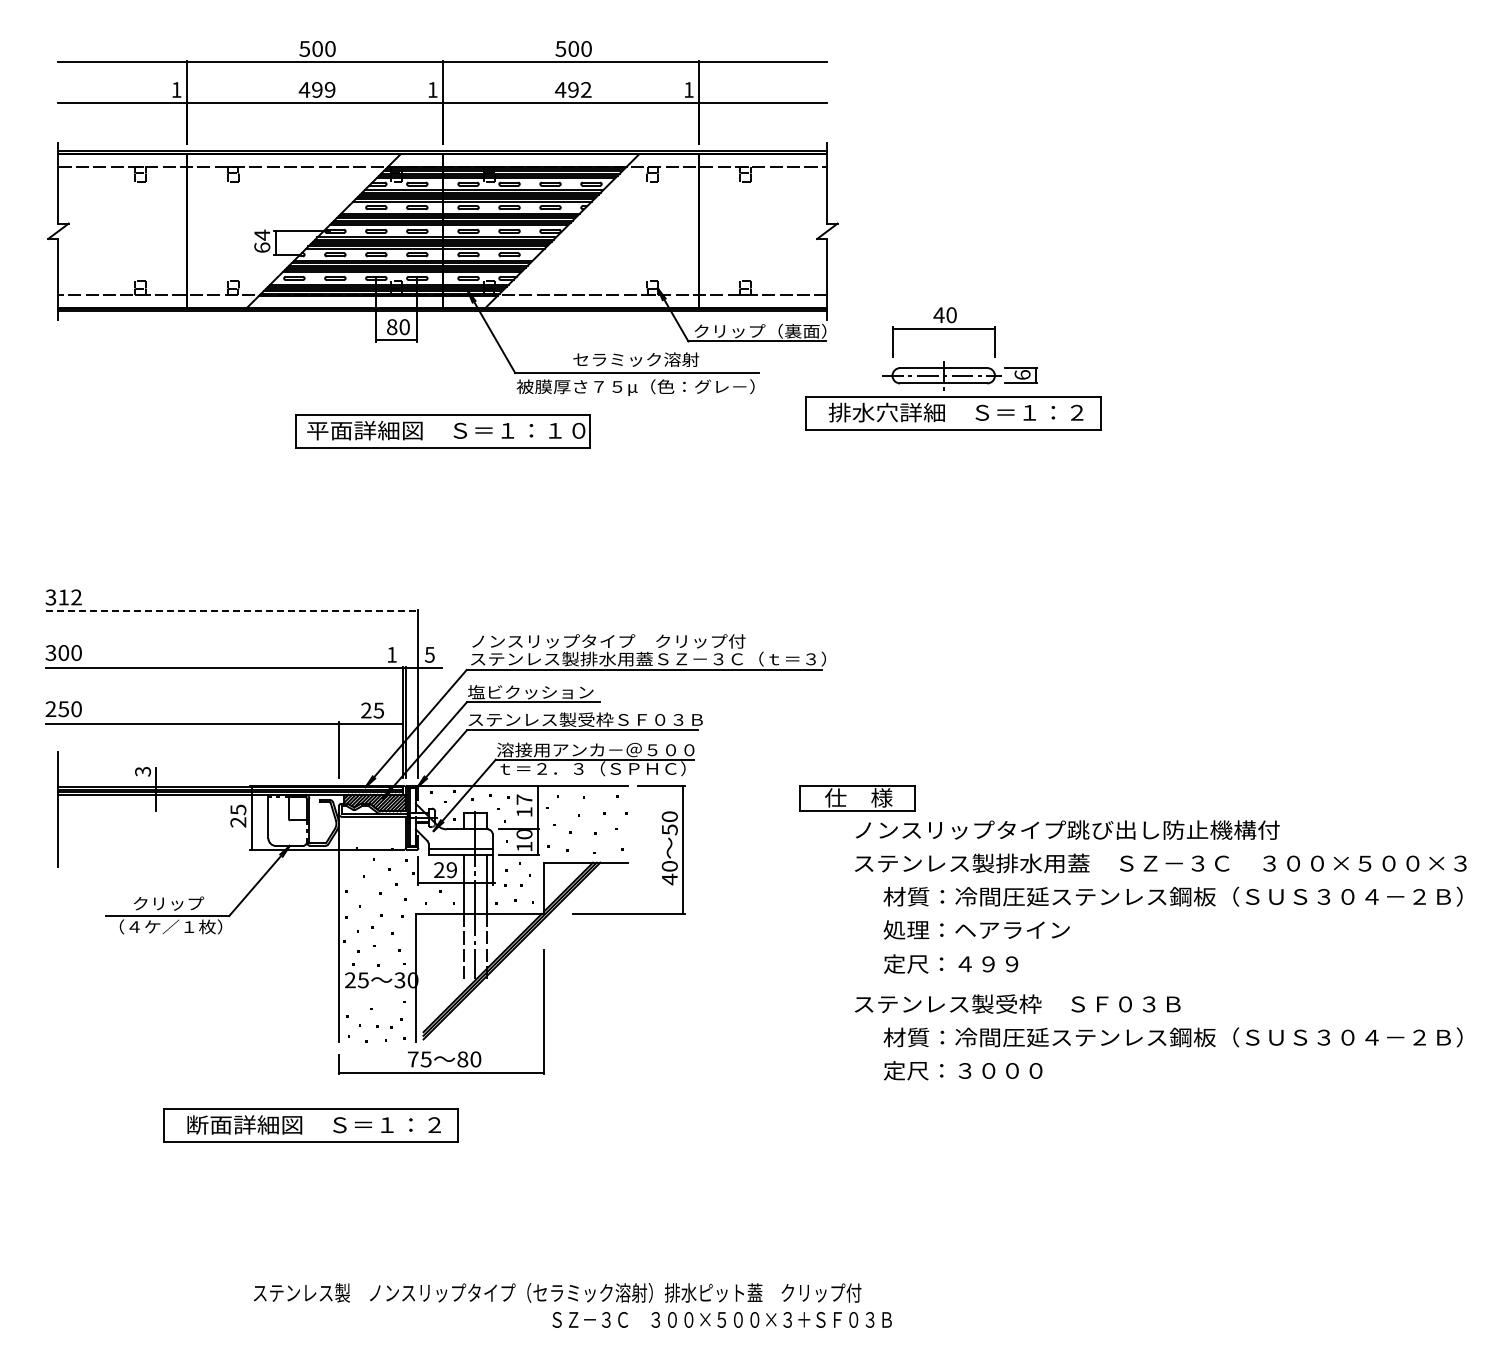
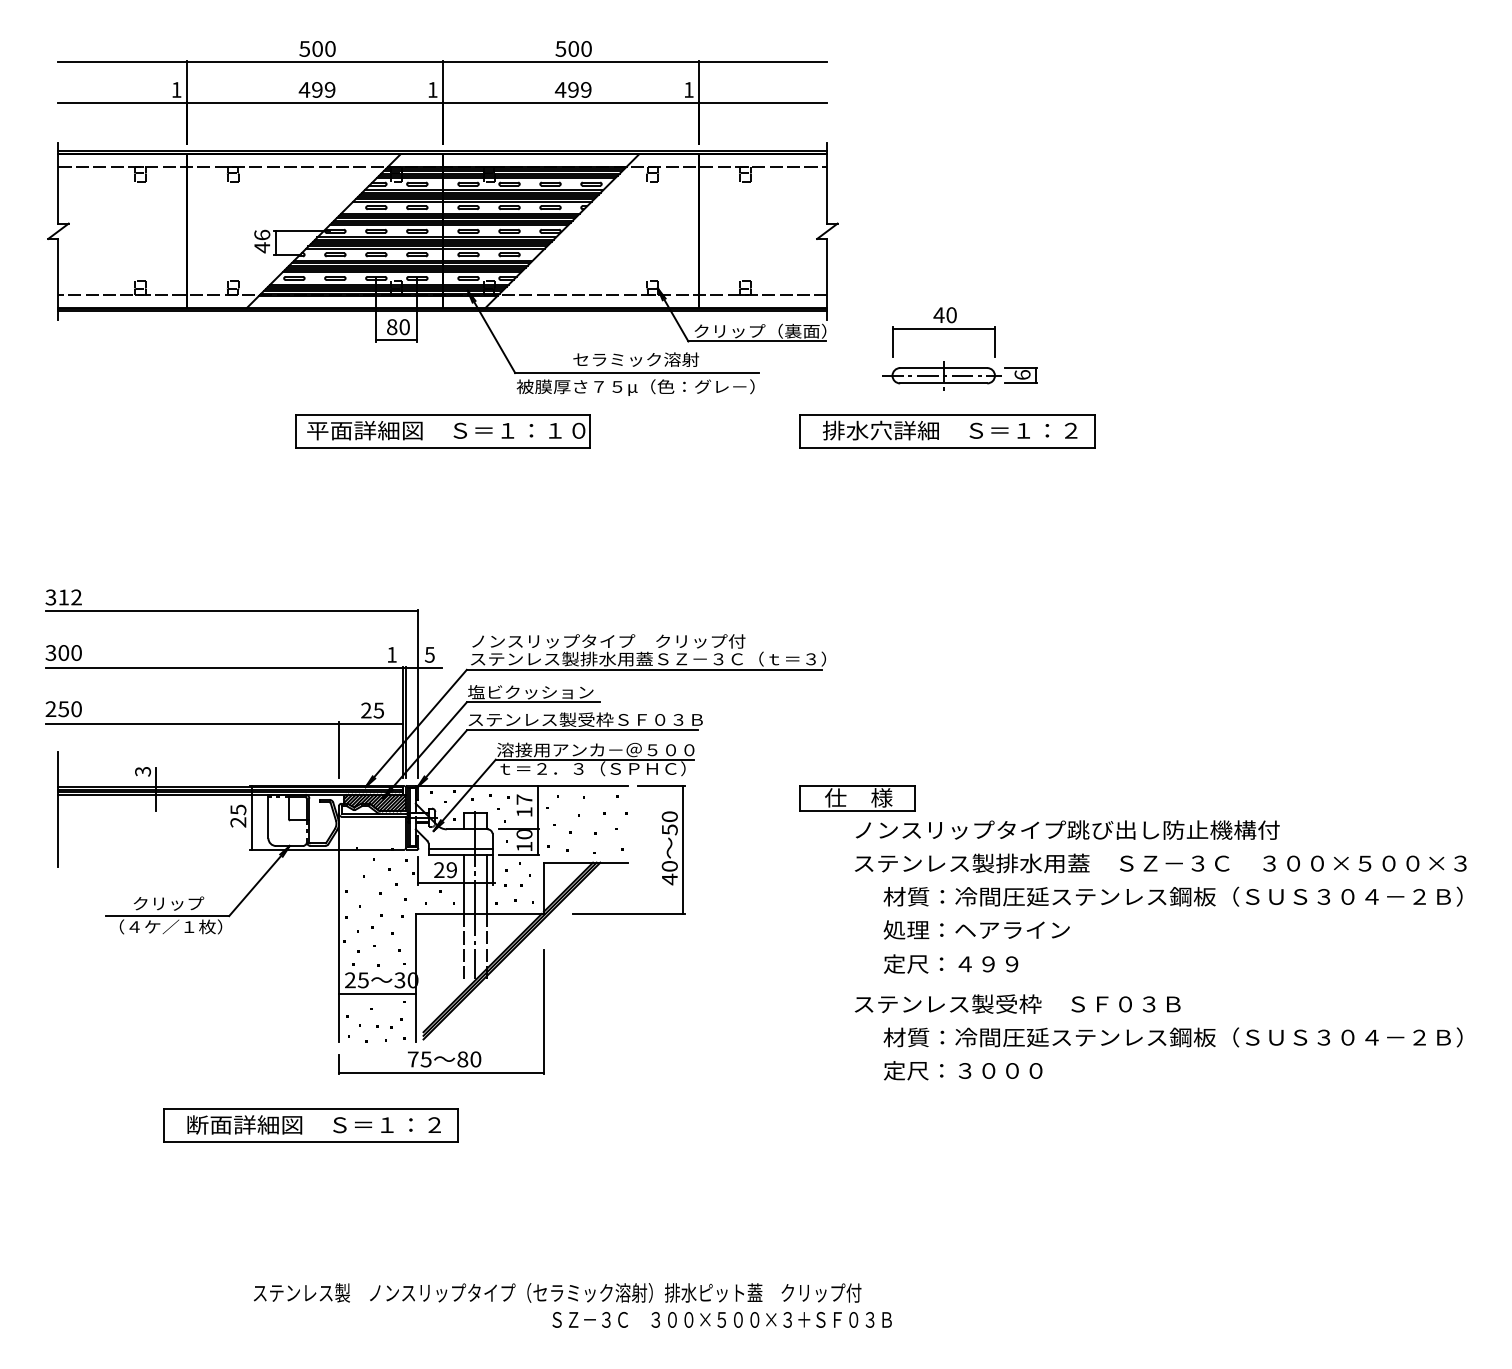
text at (586, 89): 492 -> 499
text at (262, 241): 64 -> 46
part at (953, 413) position: (953, 413) -> (947, 431)
line at (232, 611): dashed -> solid
line at (377, 993): none -> present
